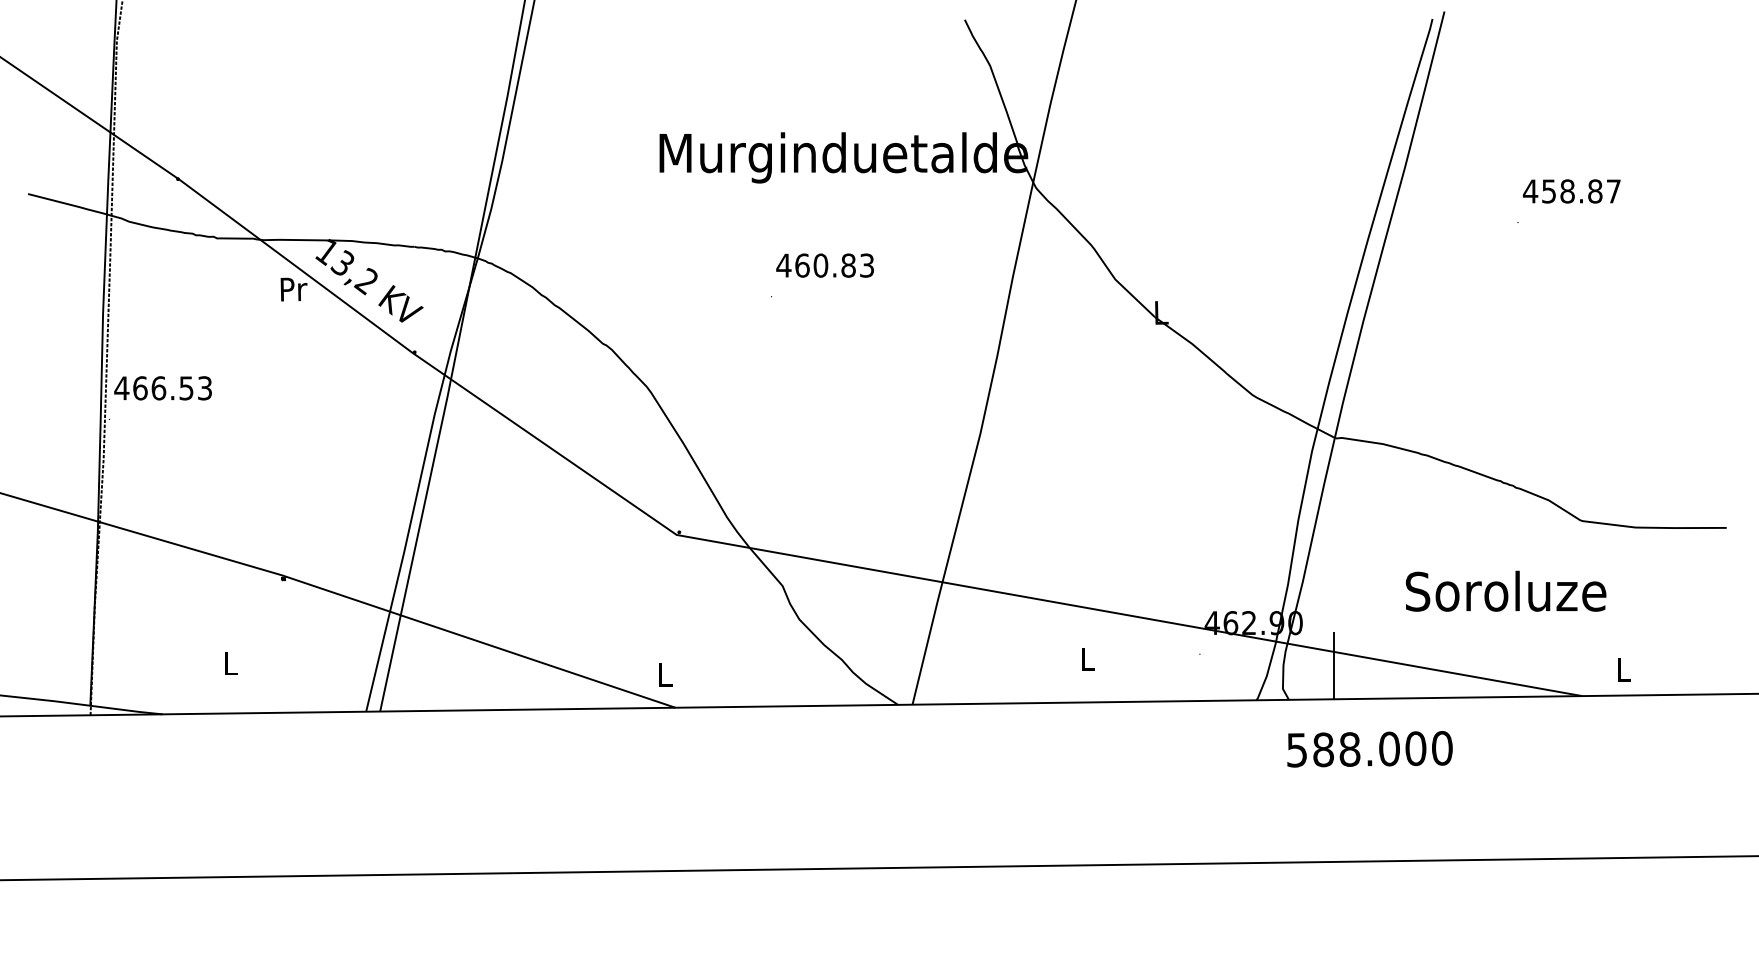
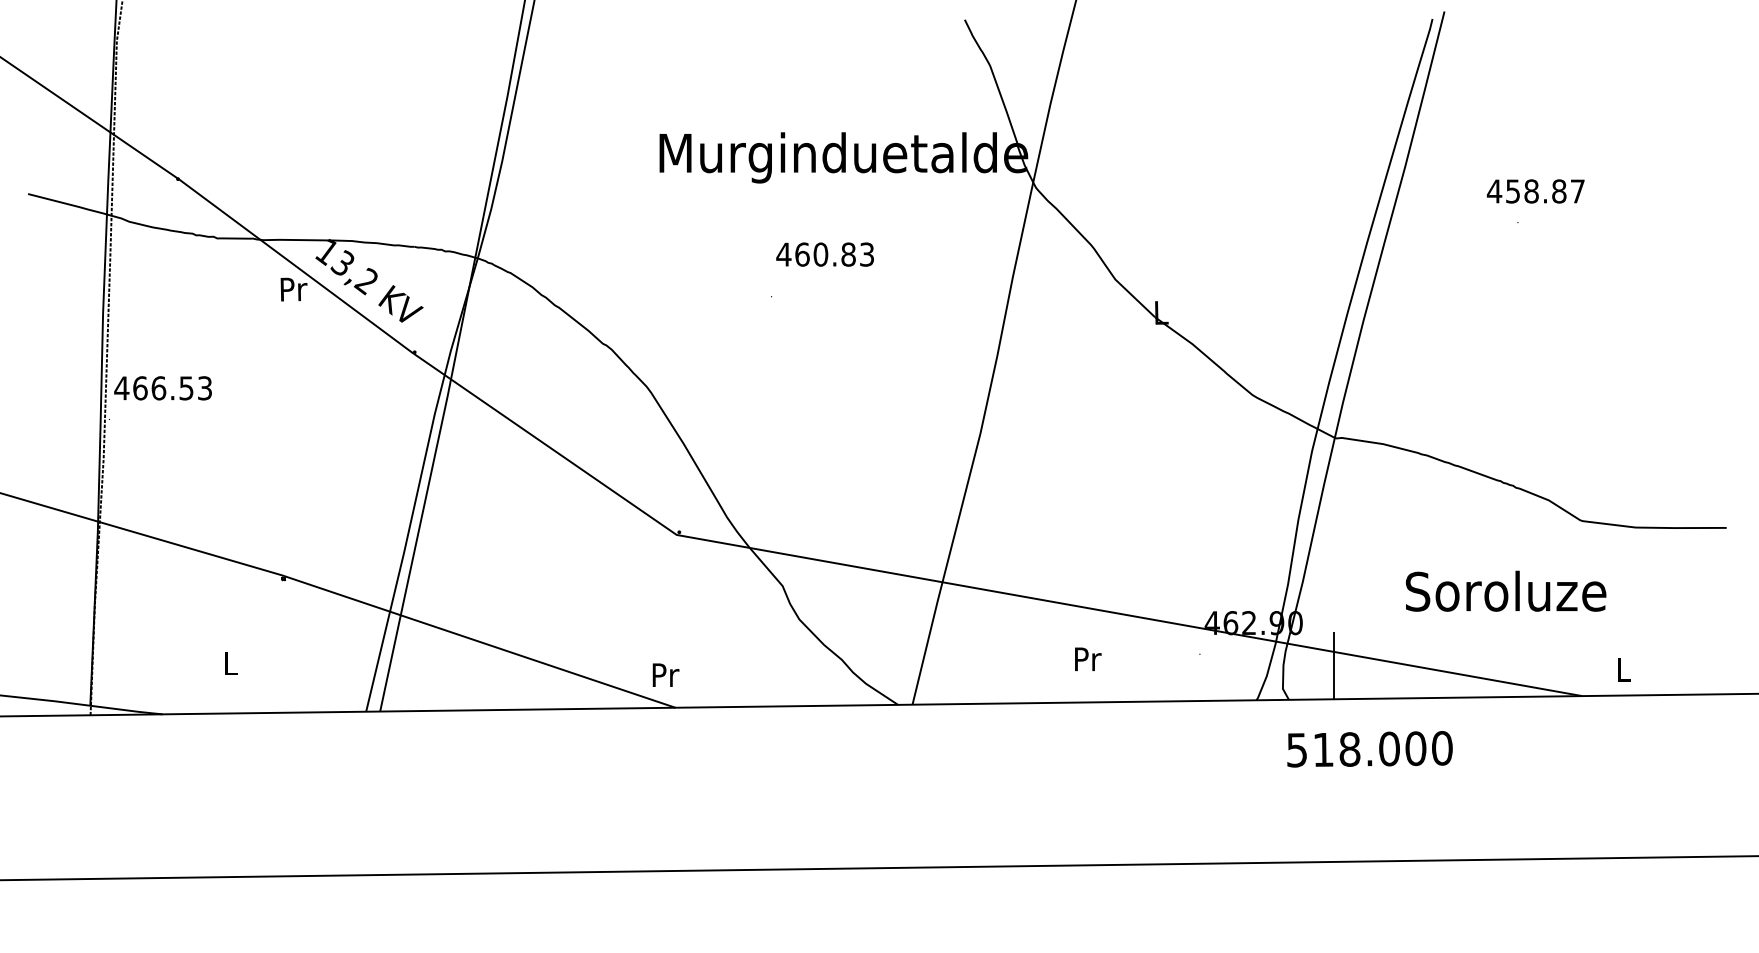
text at (1571, 191) position: (1571, 191) -> (1535, 191)
text at (824, 265) position: (824, 265) -> (824, 254)
text at (1088, 659): L -> Pr
text at (665, 674): L -> Pr
text at (1323, 749): 588.000 -> 518.000
